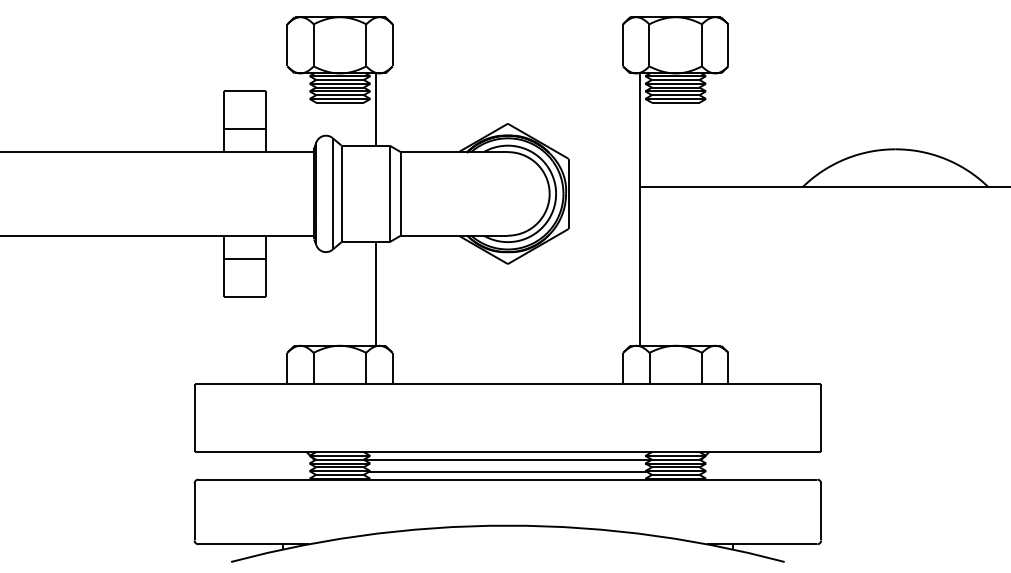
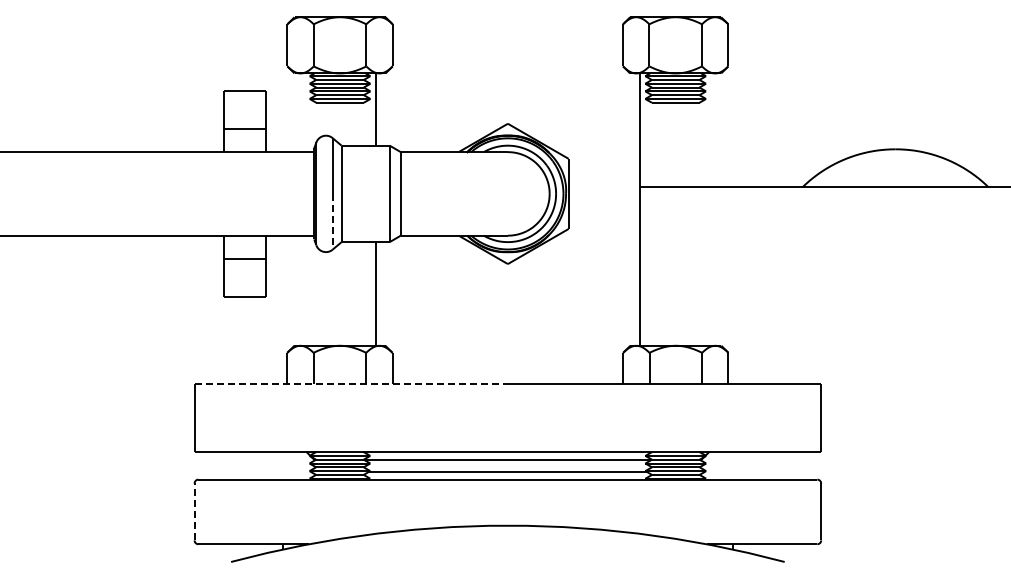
line at (332, 221): solid -> dashed
line at (351, 383): solid -> dashed
line at (194, 511): solid -> dashed
